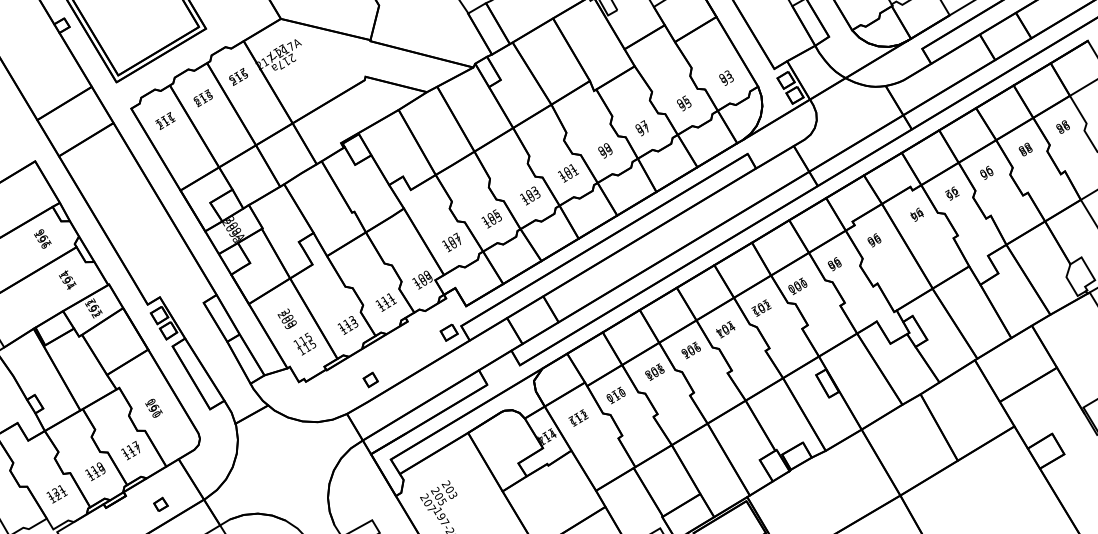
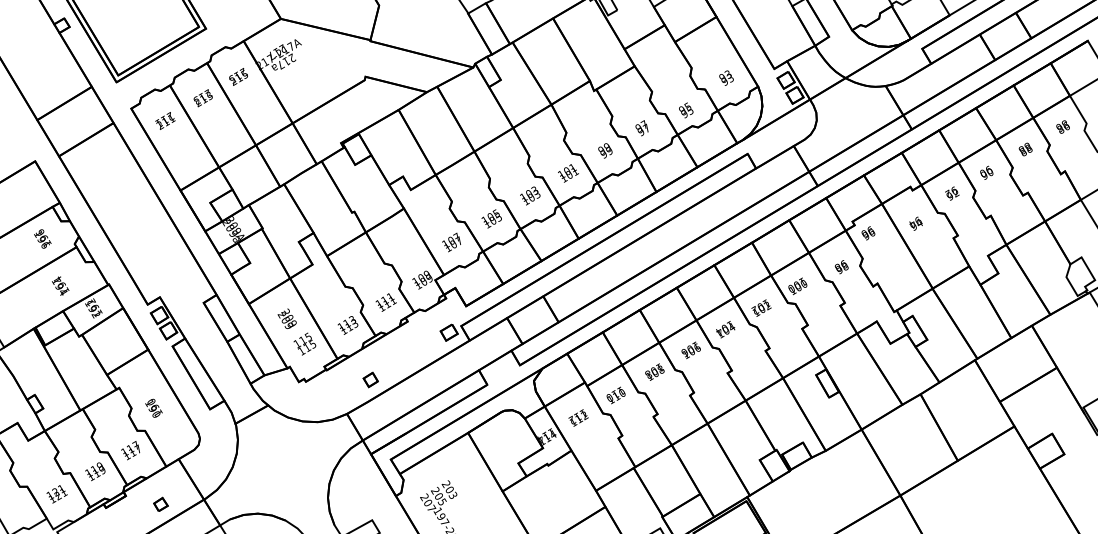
text at (684, 103) position: (684, 103) -> (686, 110)
text at (916, 214) position: (916, 214) -> (915, 223)
text at (874, 240) position: (874, 240) -> (868, 233)
text at (834, 264) position: (834, 264) -> (841, 267)
text at (67, 279) position: (67, 279) -> (60, 285)
